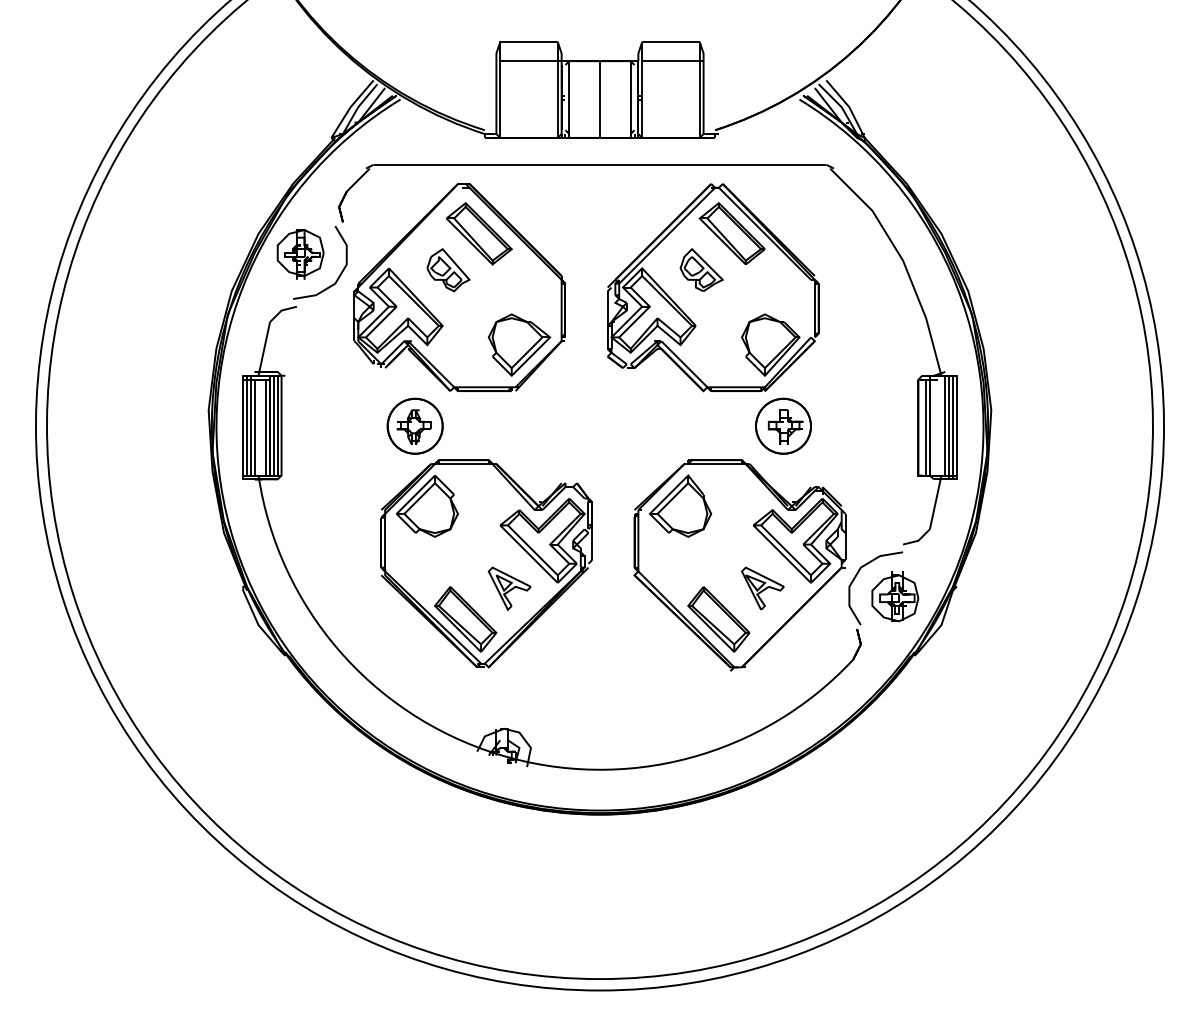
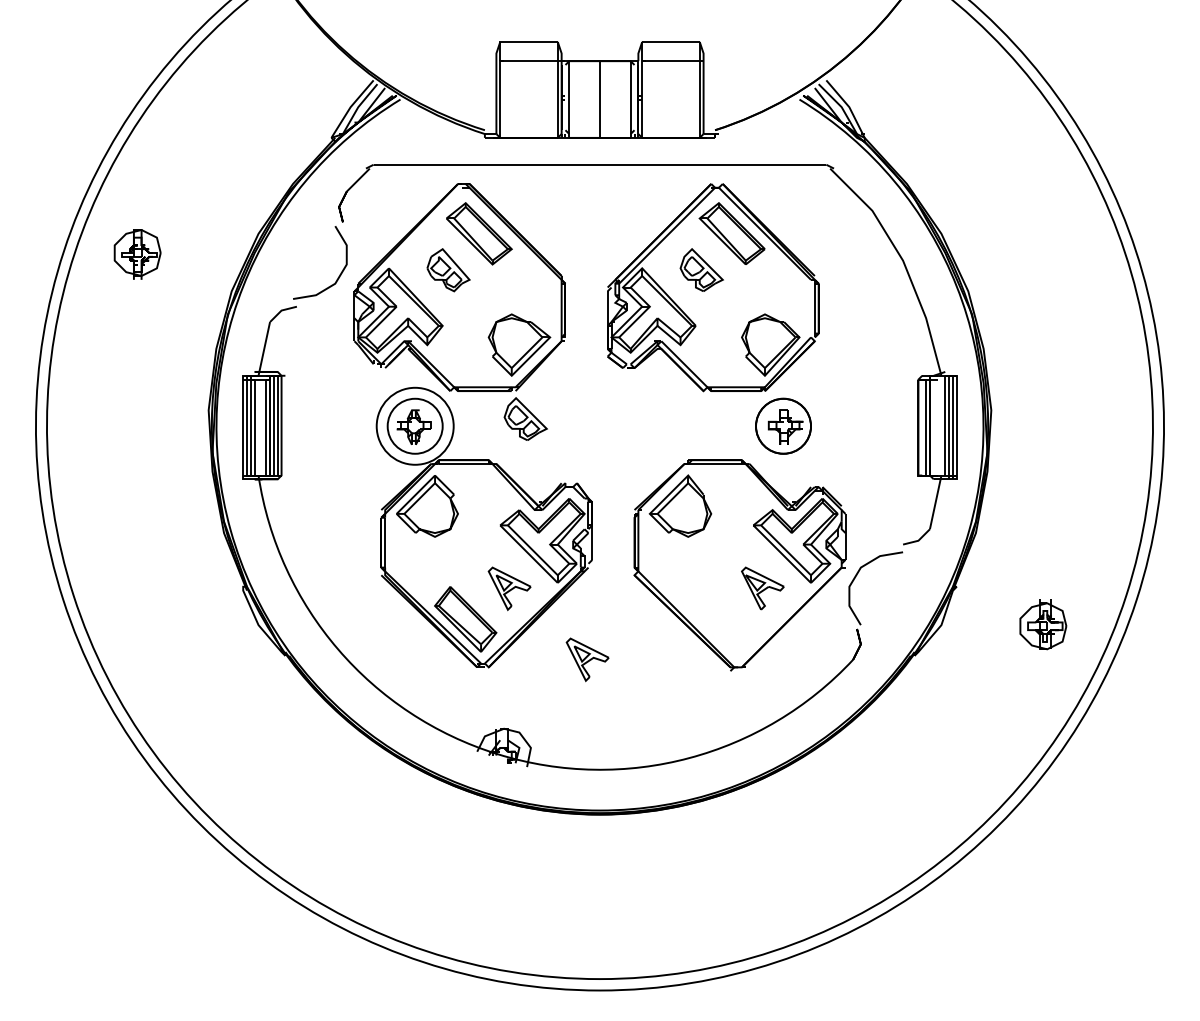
part at (300, 254) position: (300, 254) -> (137, 254)
part at (525, 418): none -> present
circle at (414, 425) diameter: 55 px -> 77 px
part at (895, 596) position: (895, 596) -> (1043, 624)
part at (718, 619): present -> none
part at (587, 659): none -> present
